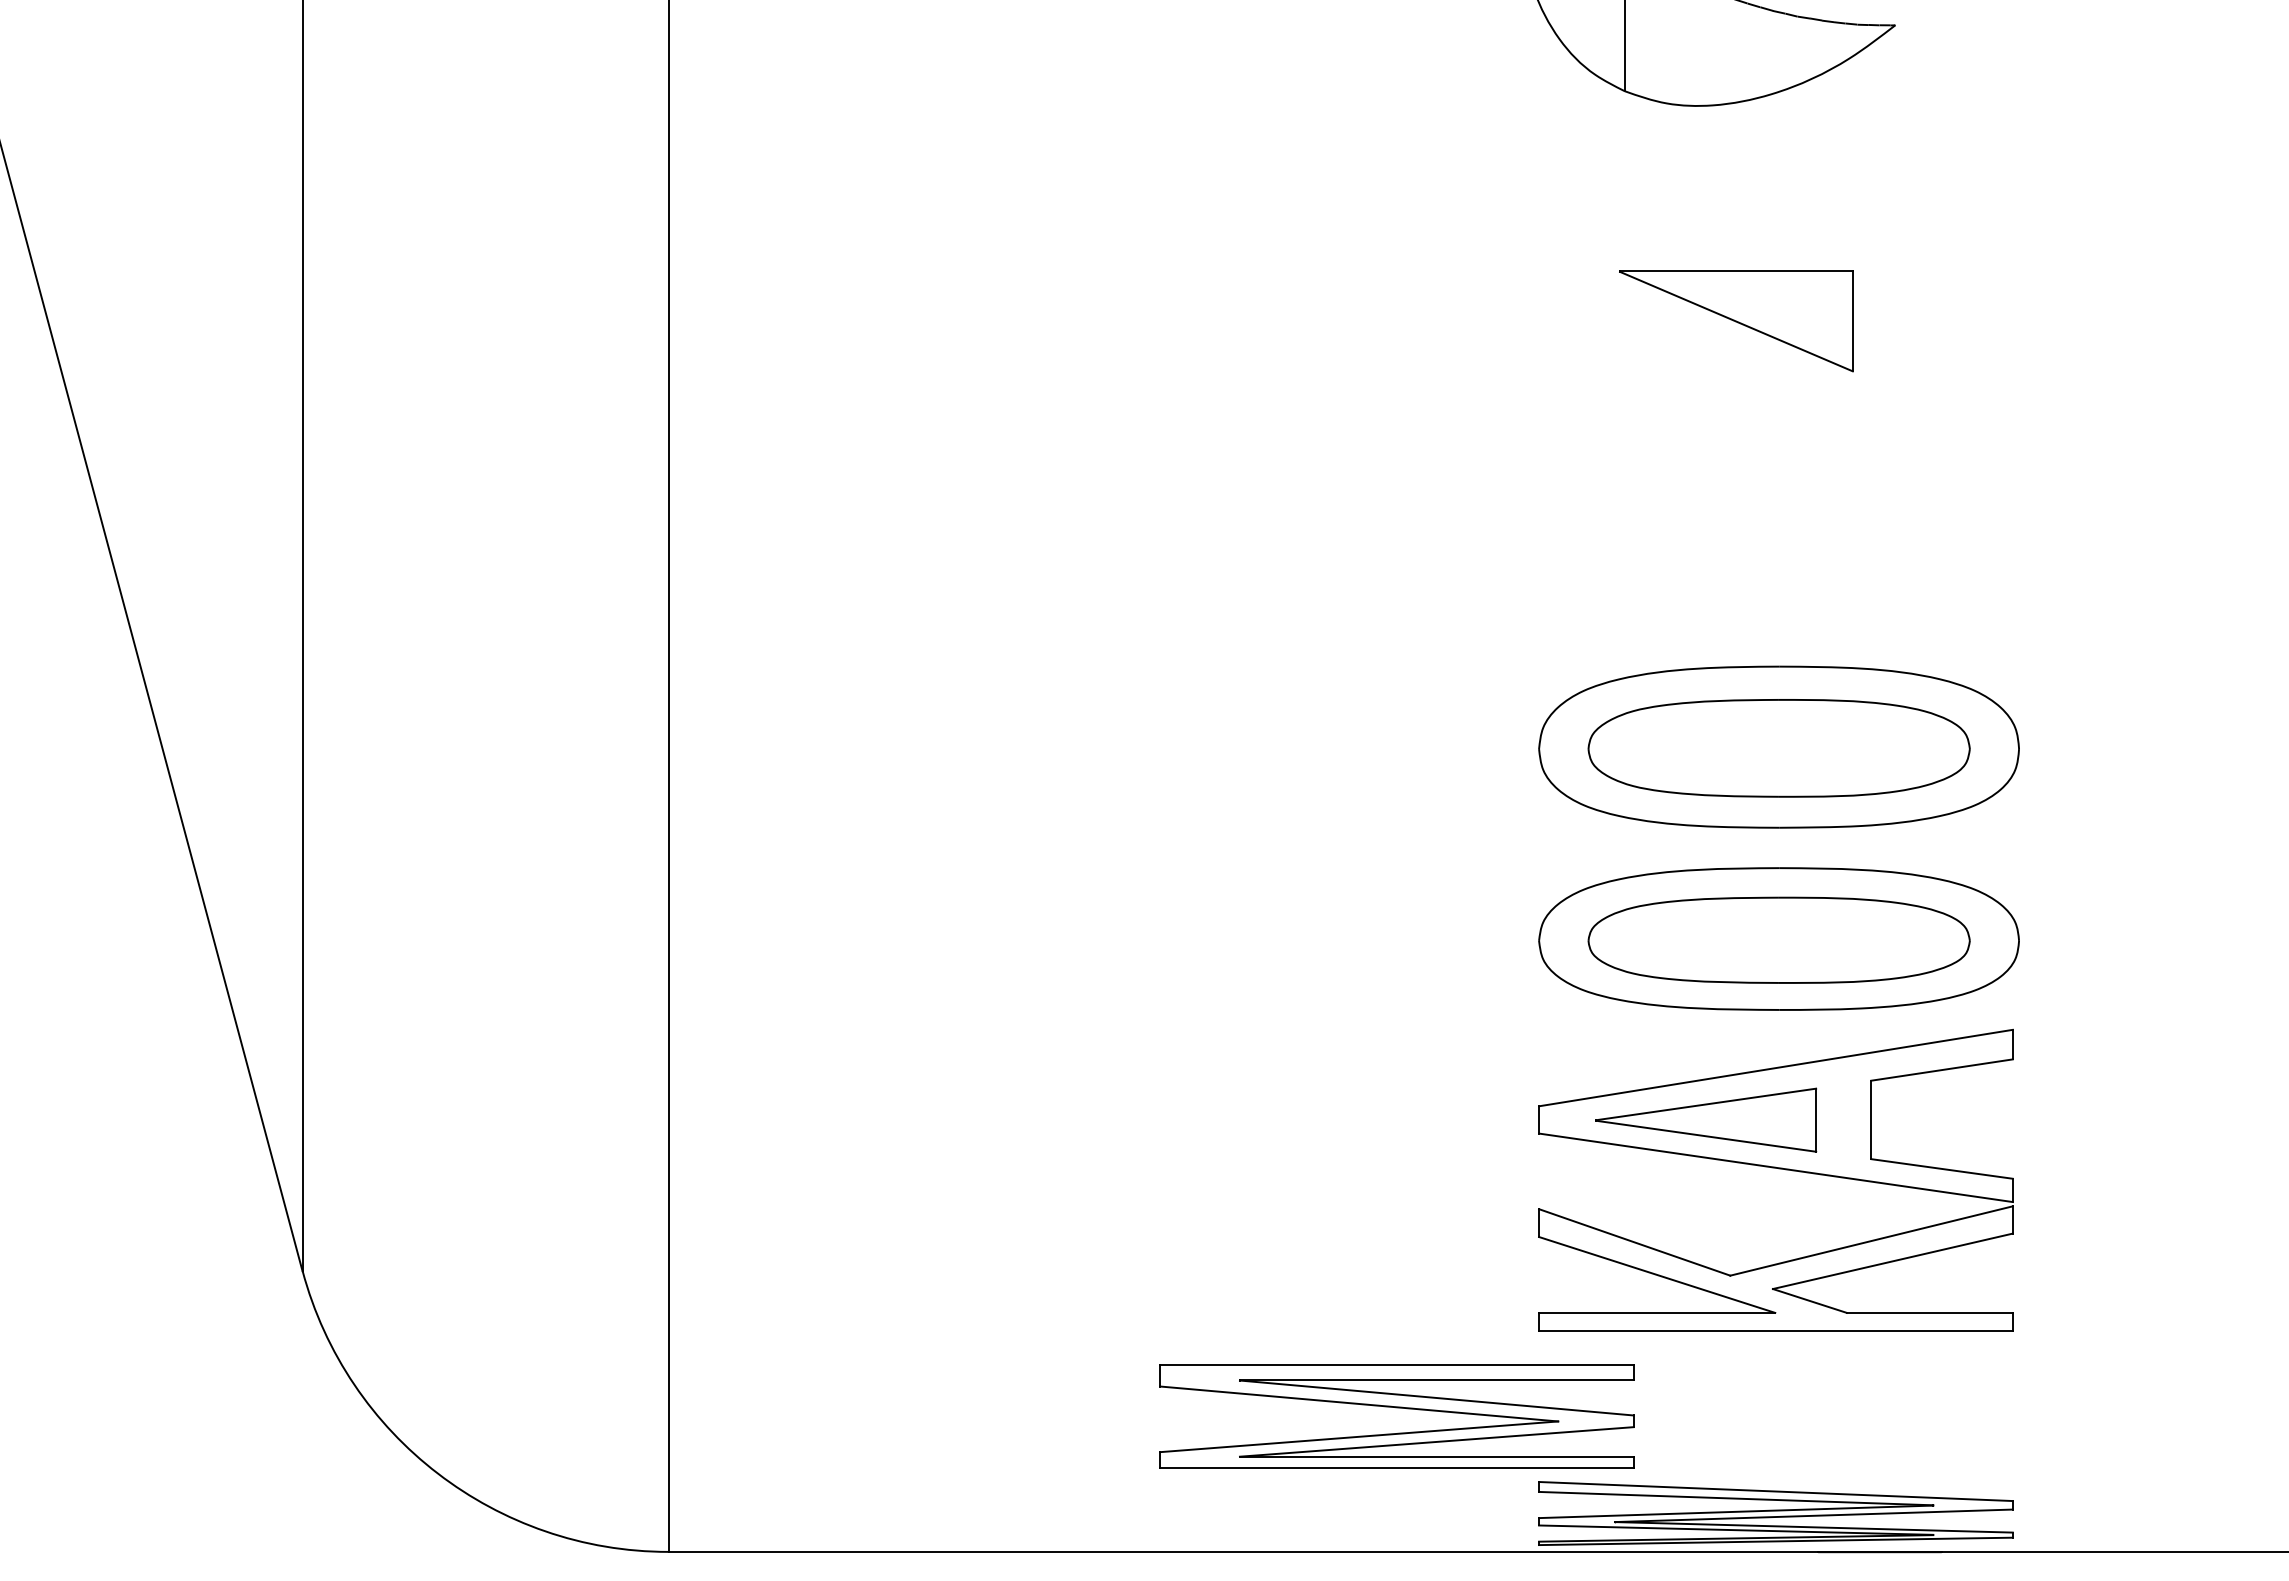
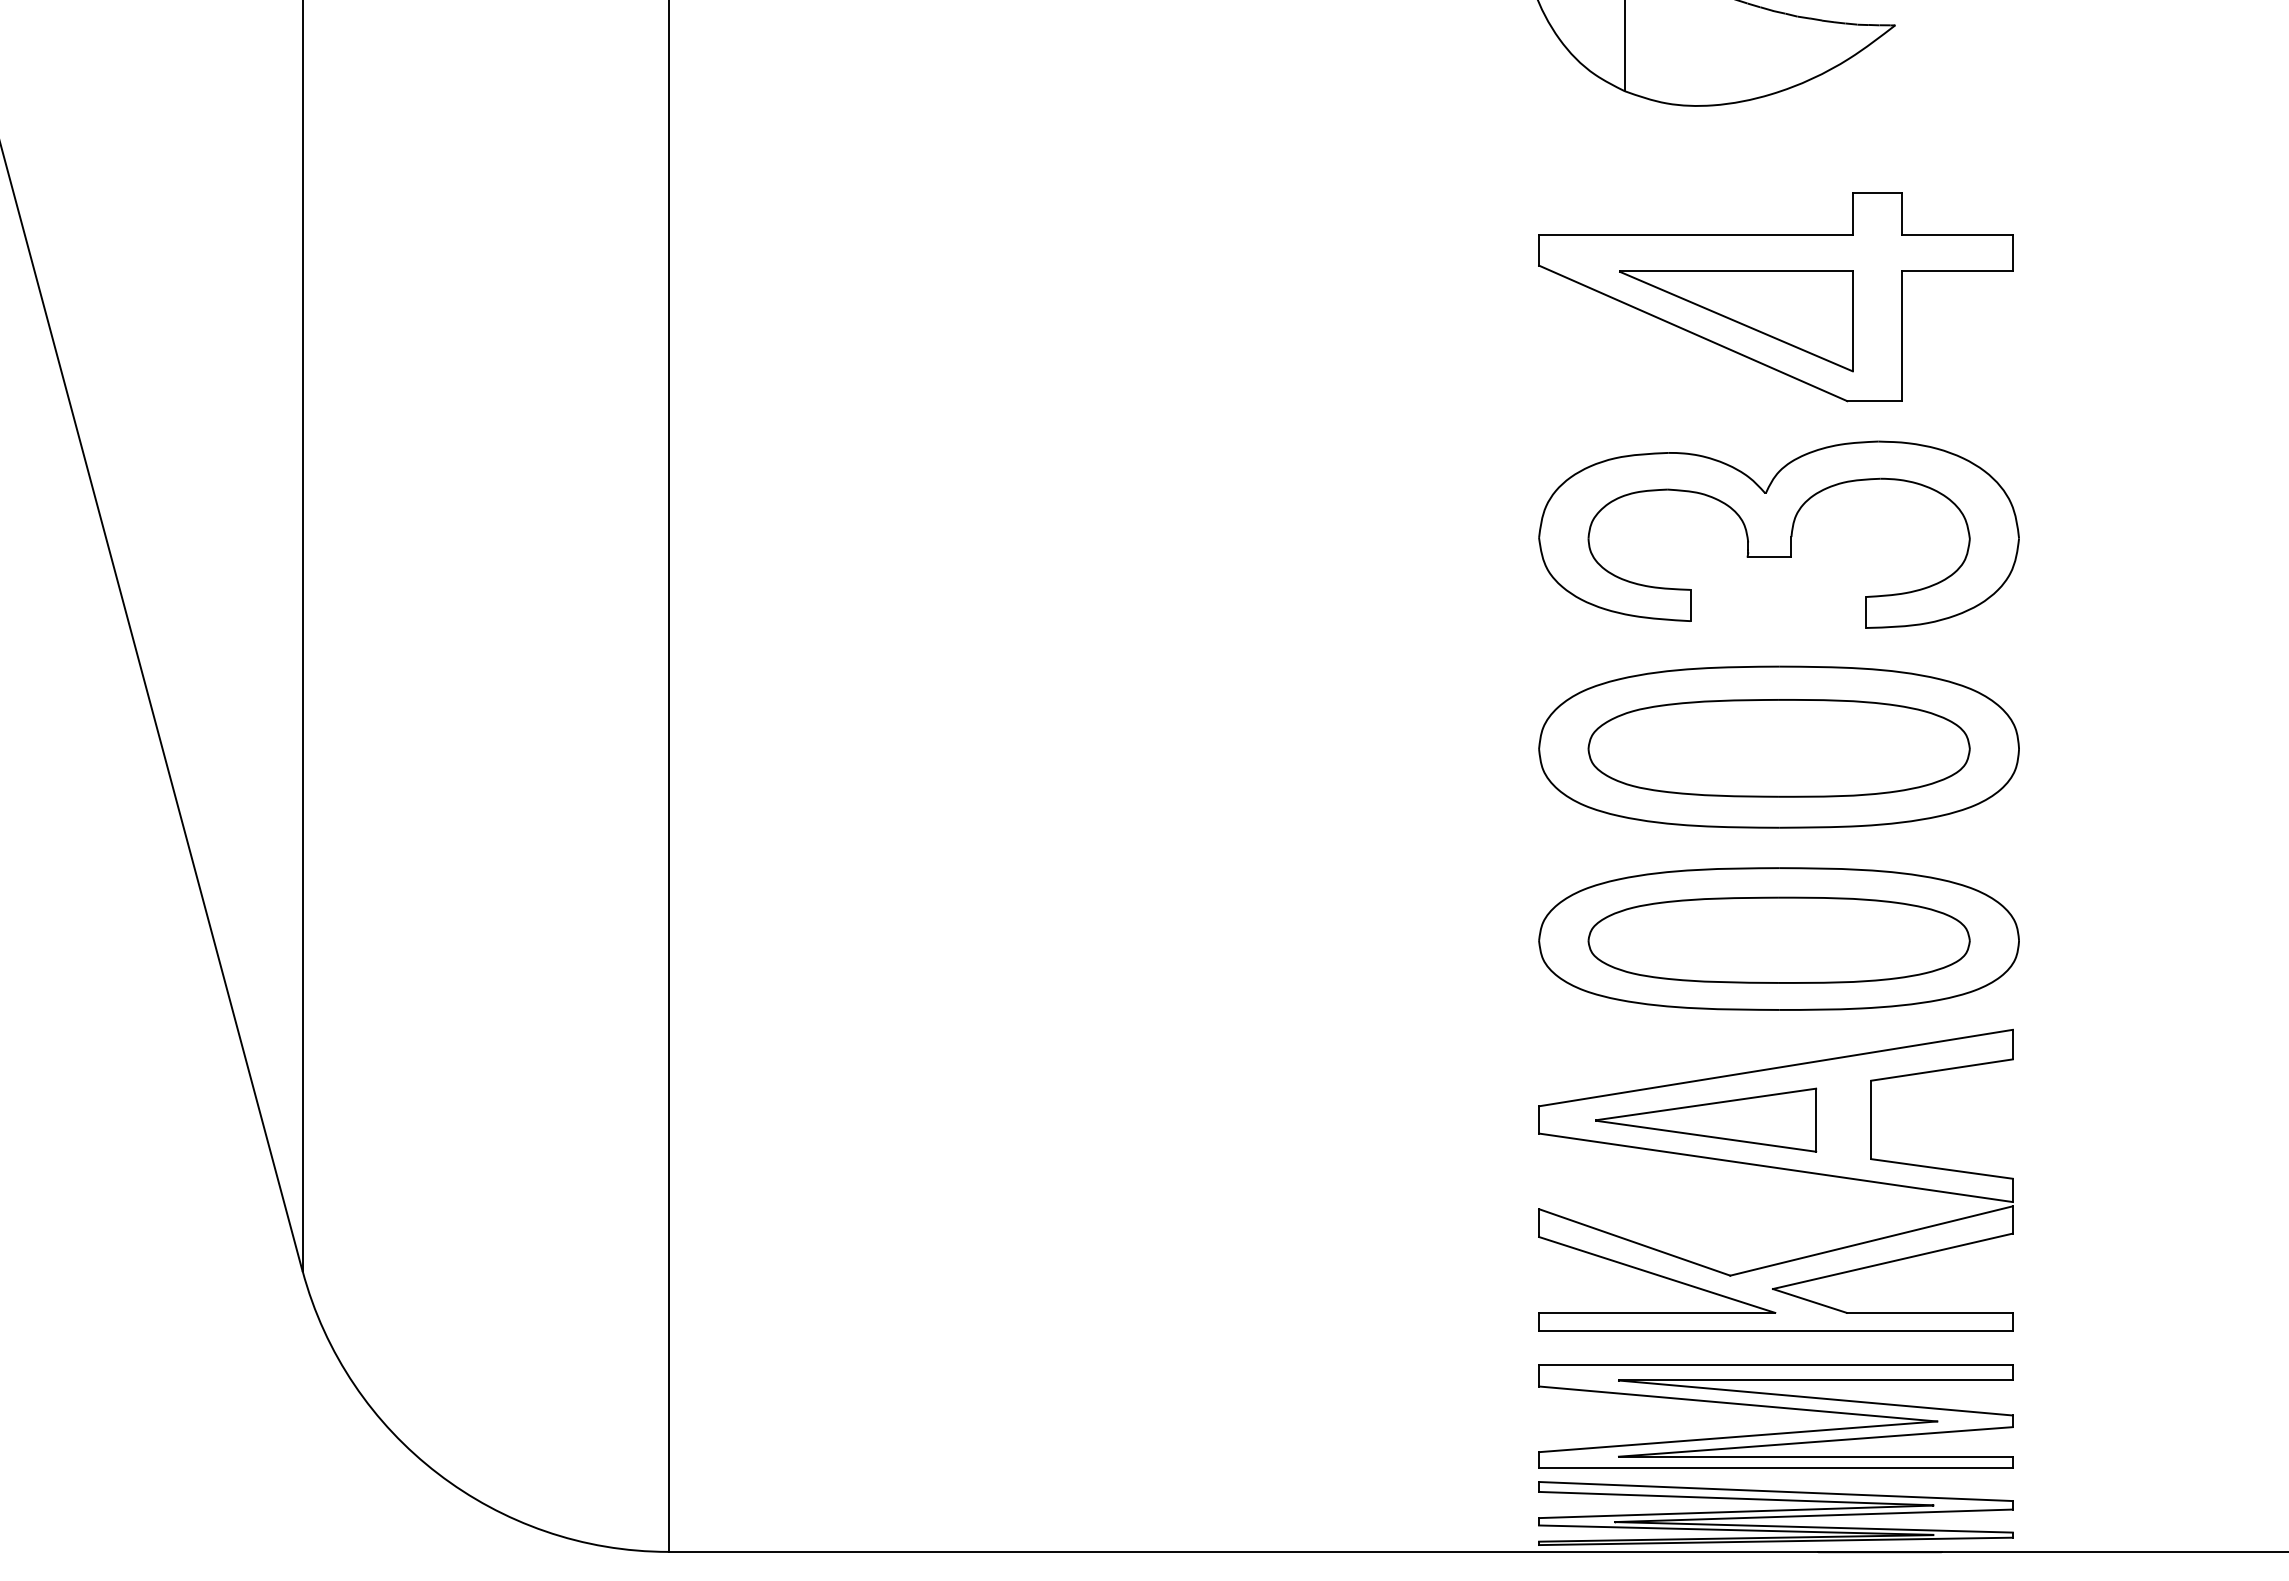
part at (1775, 297): none -> present
part at (1778, 534): none -> present
part at (1396, 1408) position: (1396, 1408) -> (1775, 1408)
